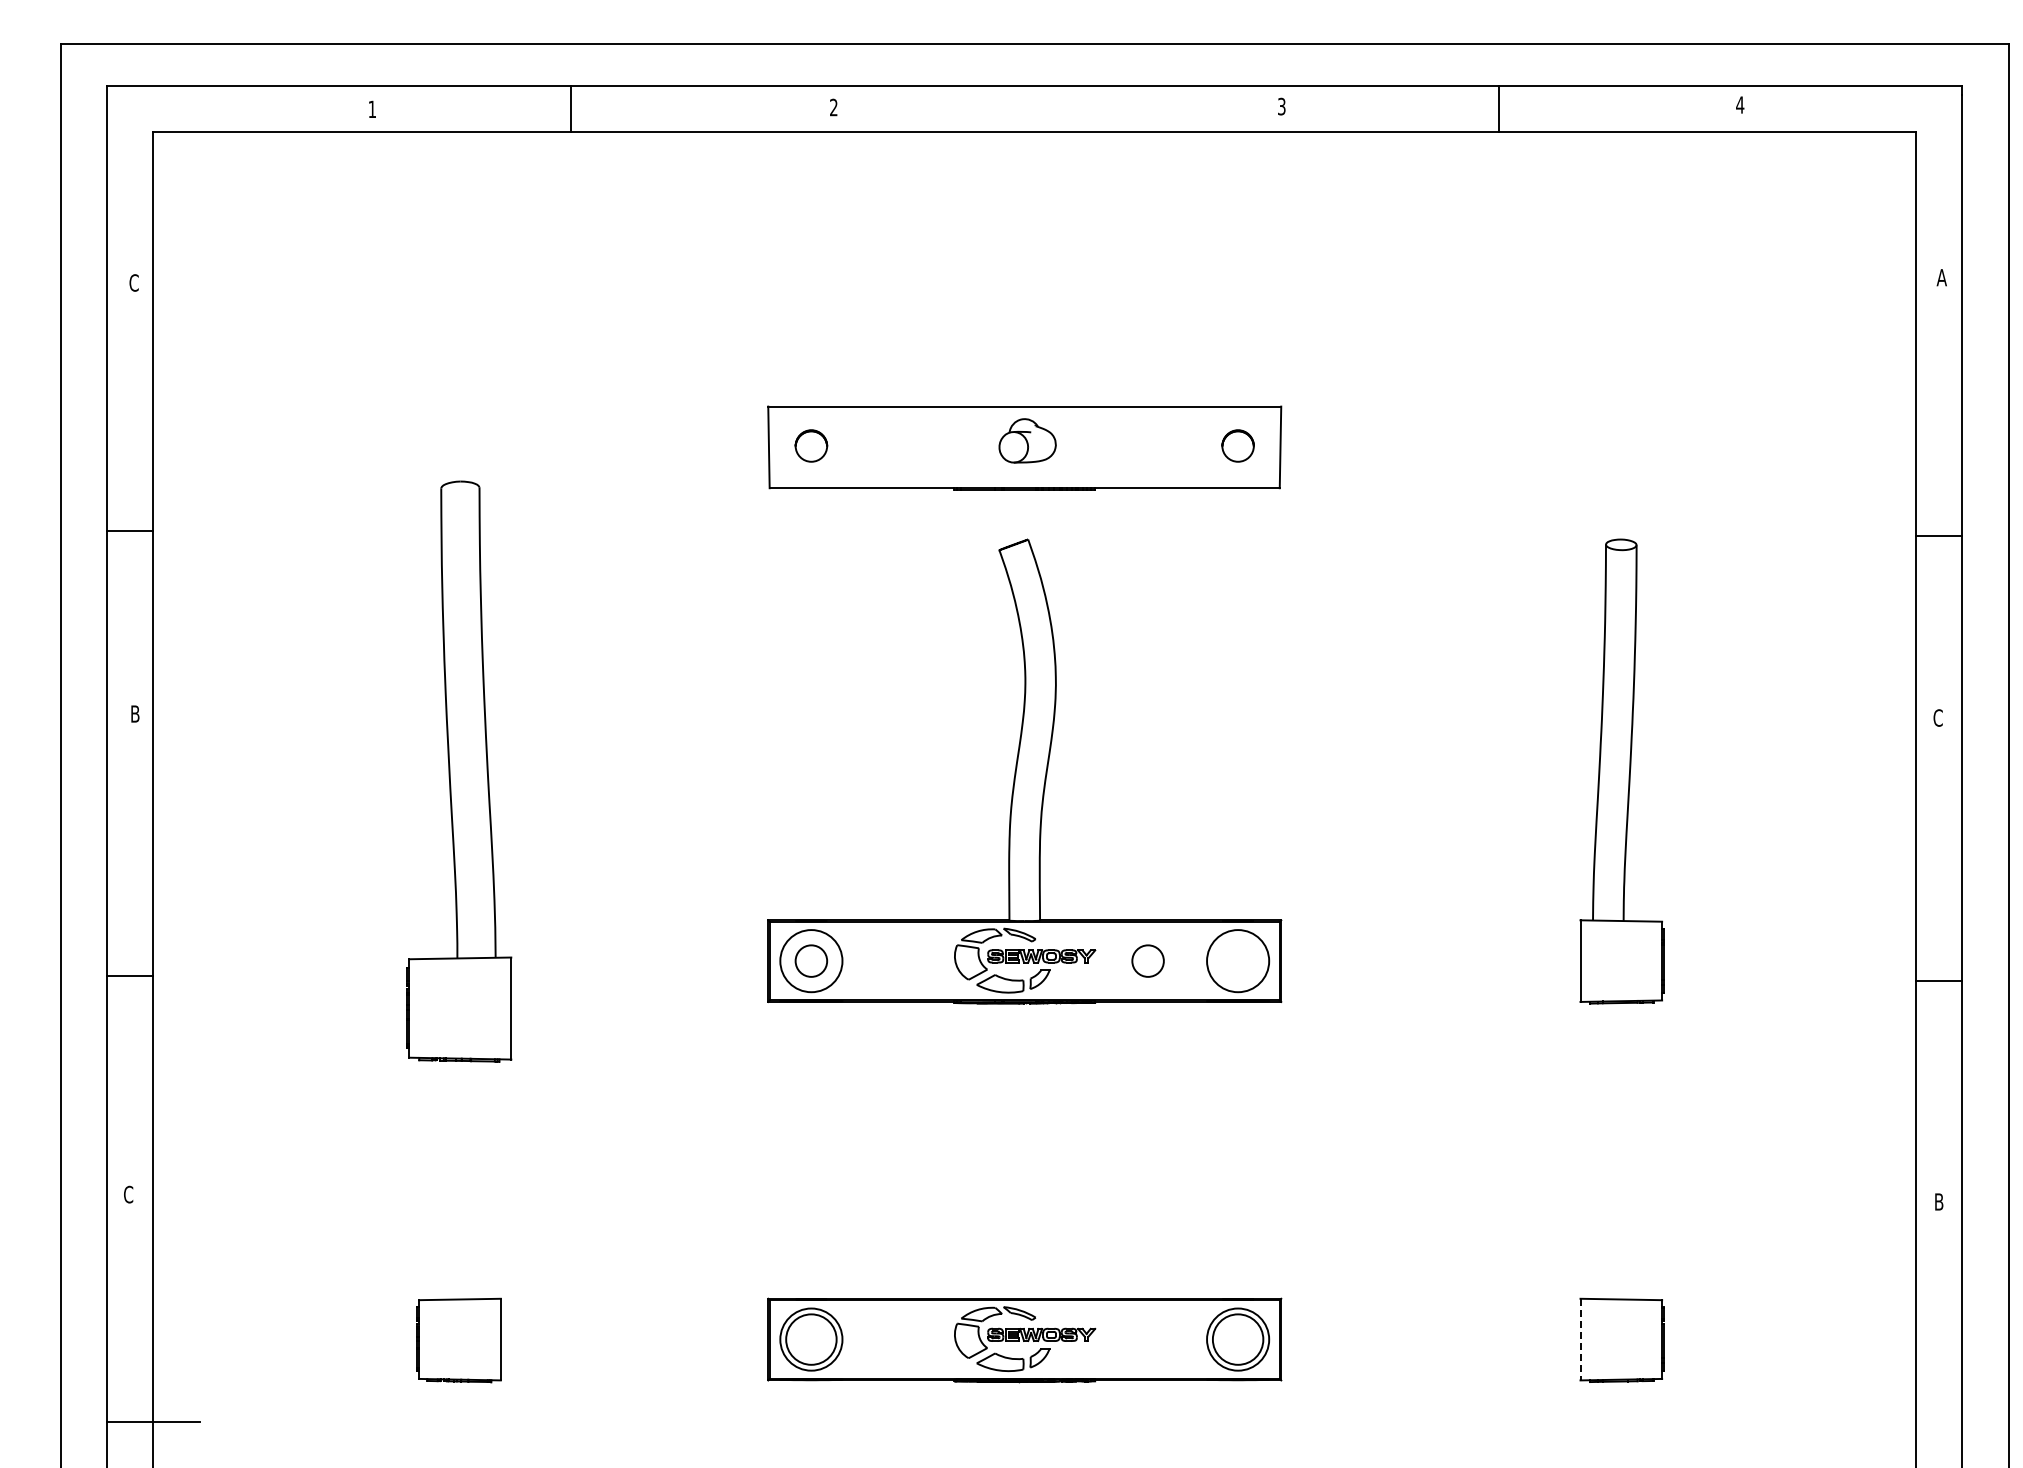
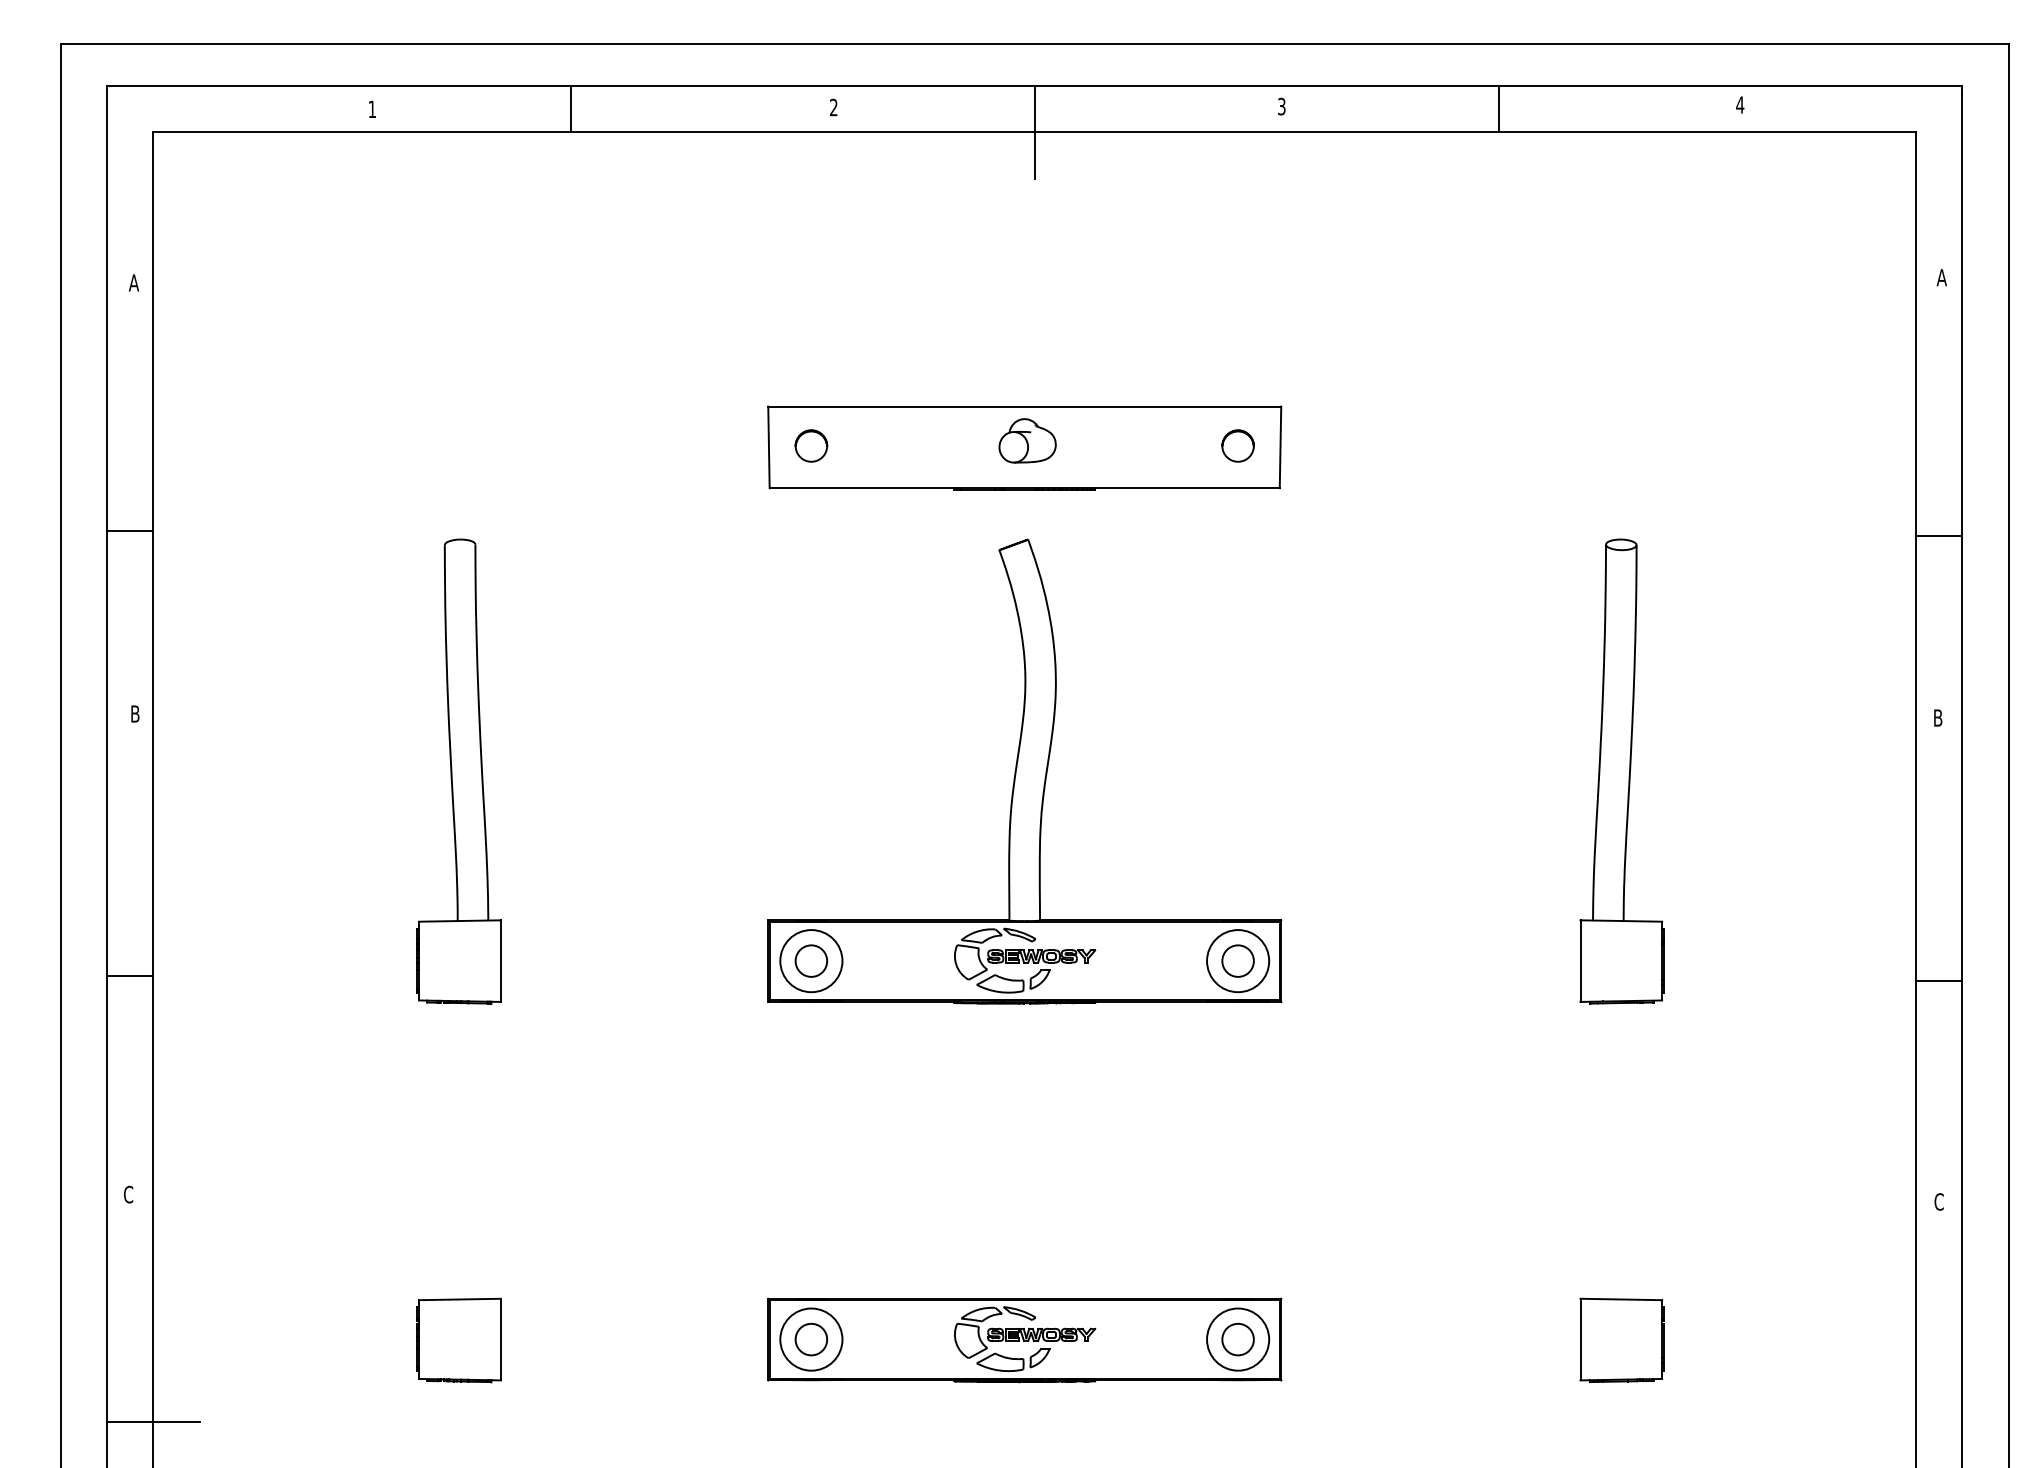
line at (1034, 131): none -> present
text at (133, 282): C -> A
text at (1937, 717): C -> B
part at (459, 771) size: 107x583 px -> 86x467 px
circle at (1147, 960) position: (1147, 960) -> (1237, 960)
text at (1938, 1201): B -> C
circle at (811, 1339) diameter: 50 px -> 32 px
circle at (1237, 1339) diameter: 50 px -> 32 px
line at (1580, 1339): dashed -> solid
